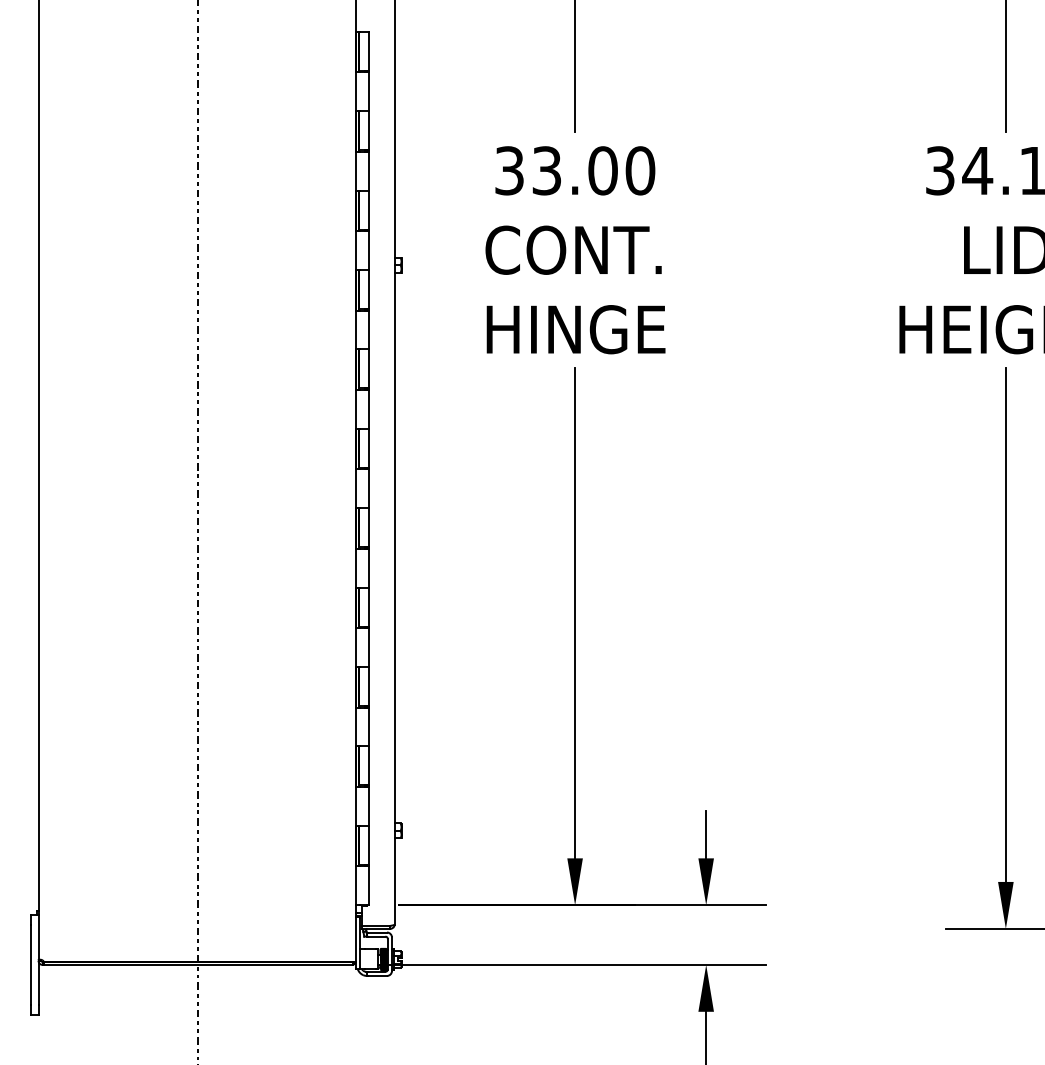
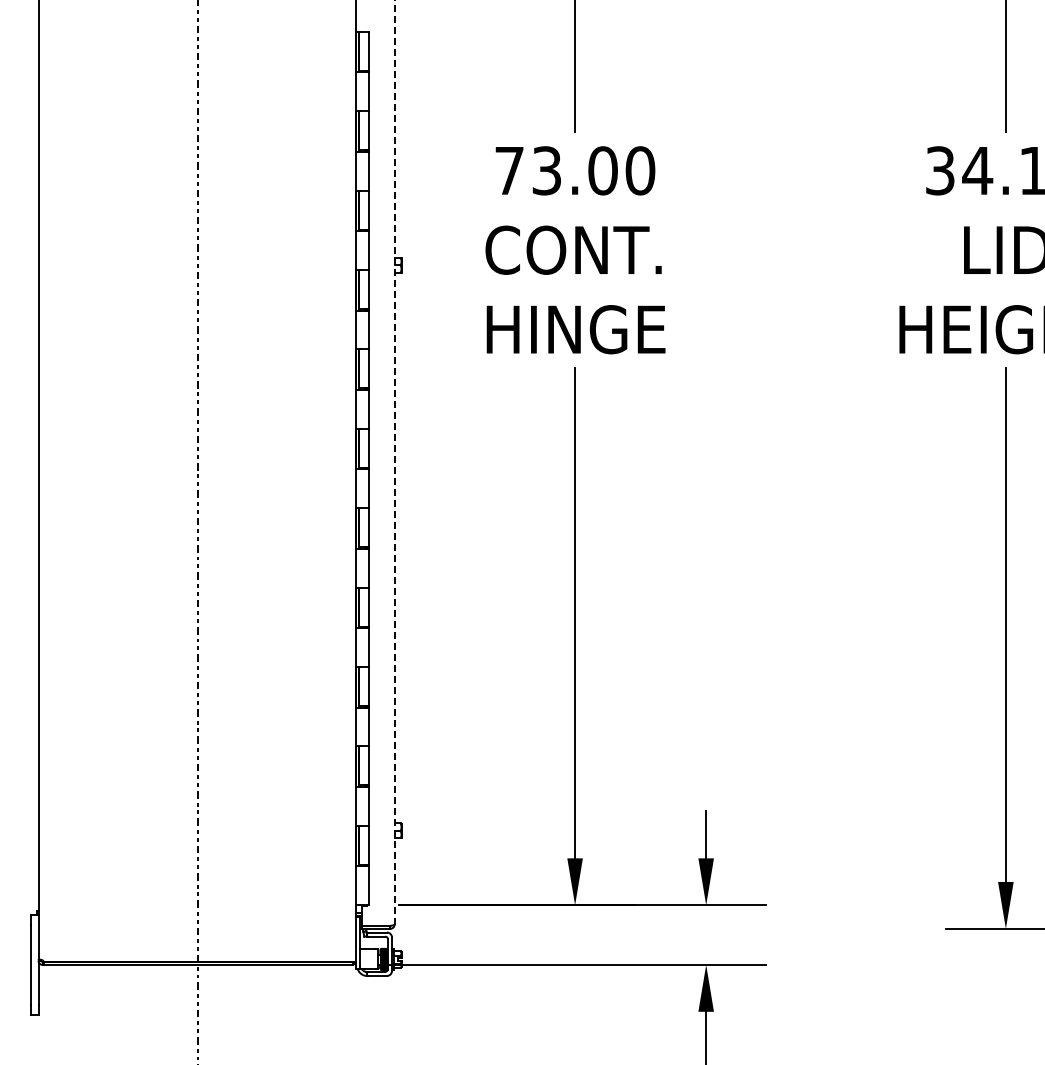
text at (509, 170): 33.00 -> 73.00
line at (394, 462): solid -> dashed
